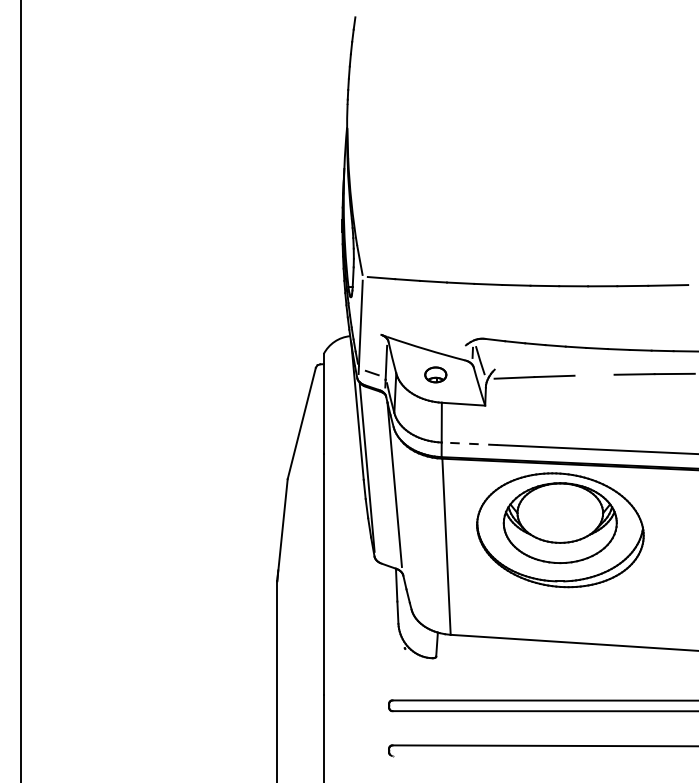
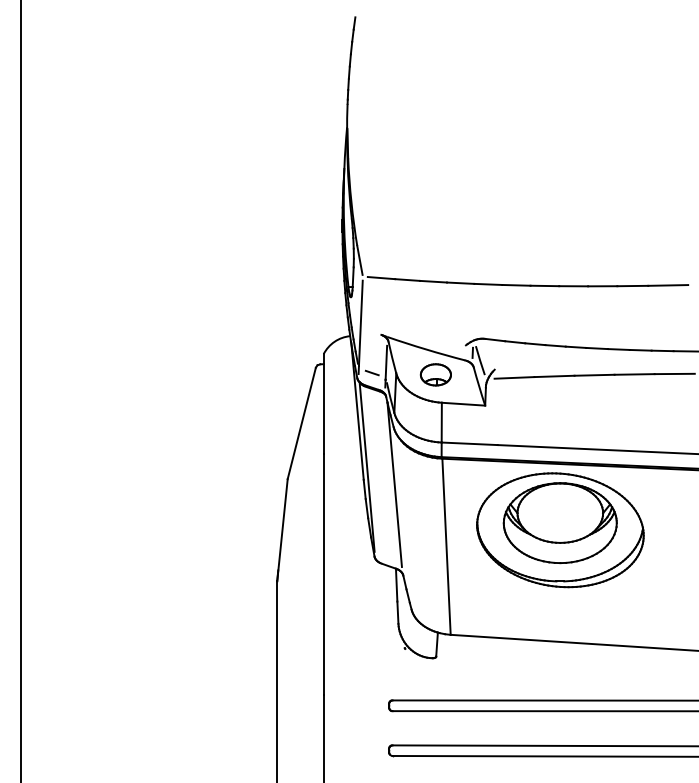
part at (435, 374) size: 24x18 px -> 33x24 px
line at (594, 374): none -> present
line at (469, 443): dashed -> solid
line at (543, 755): none -> present
